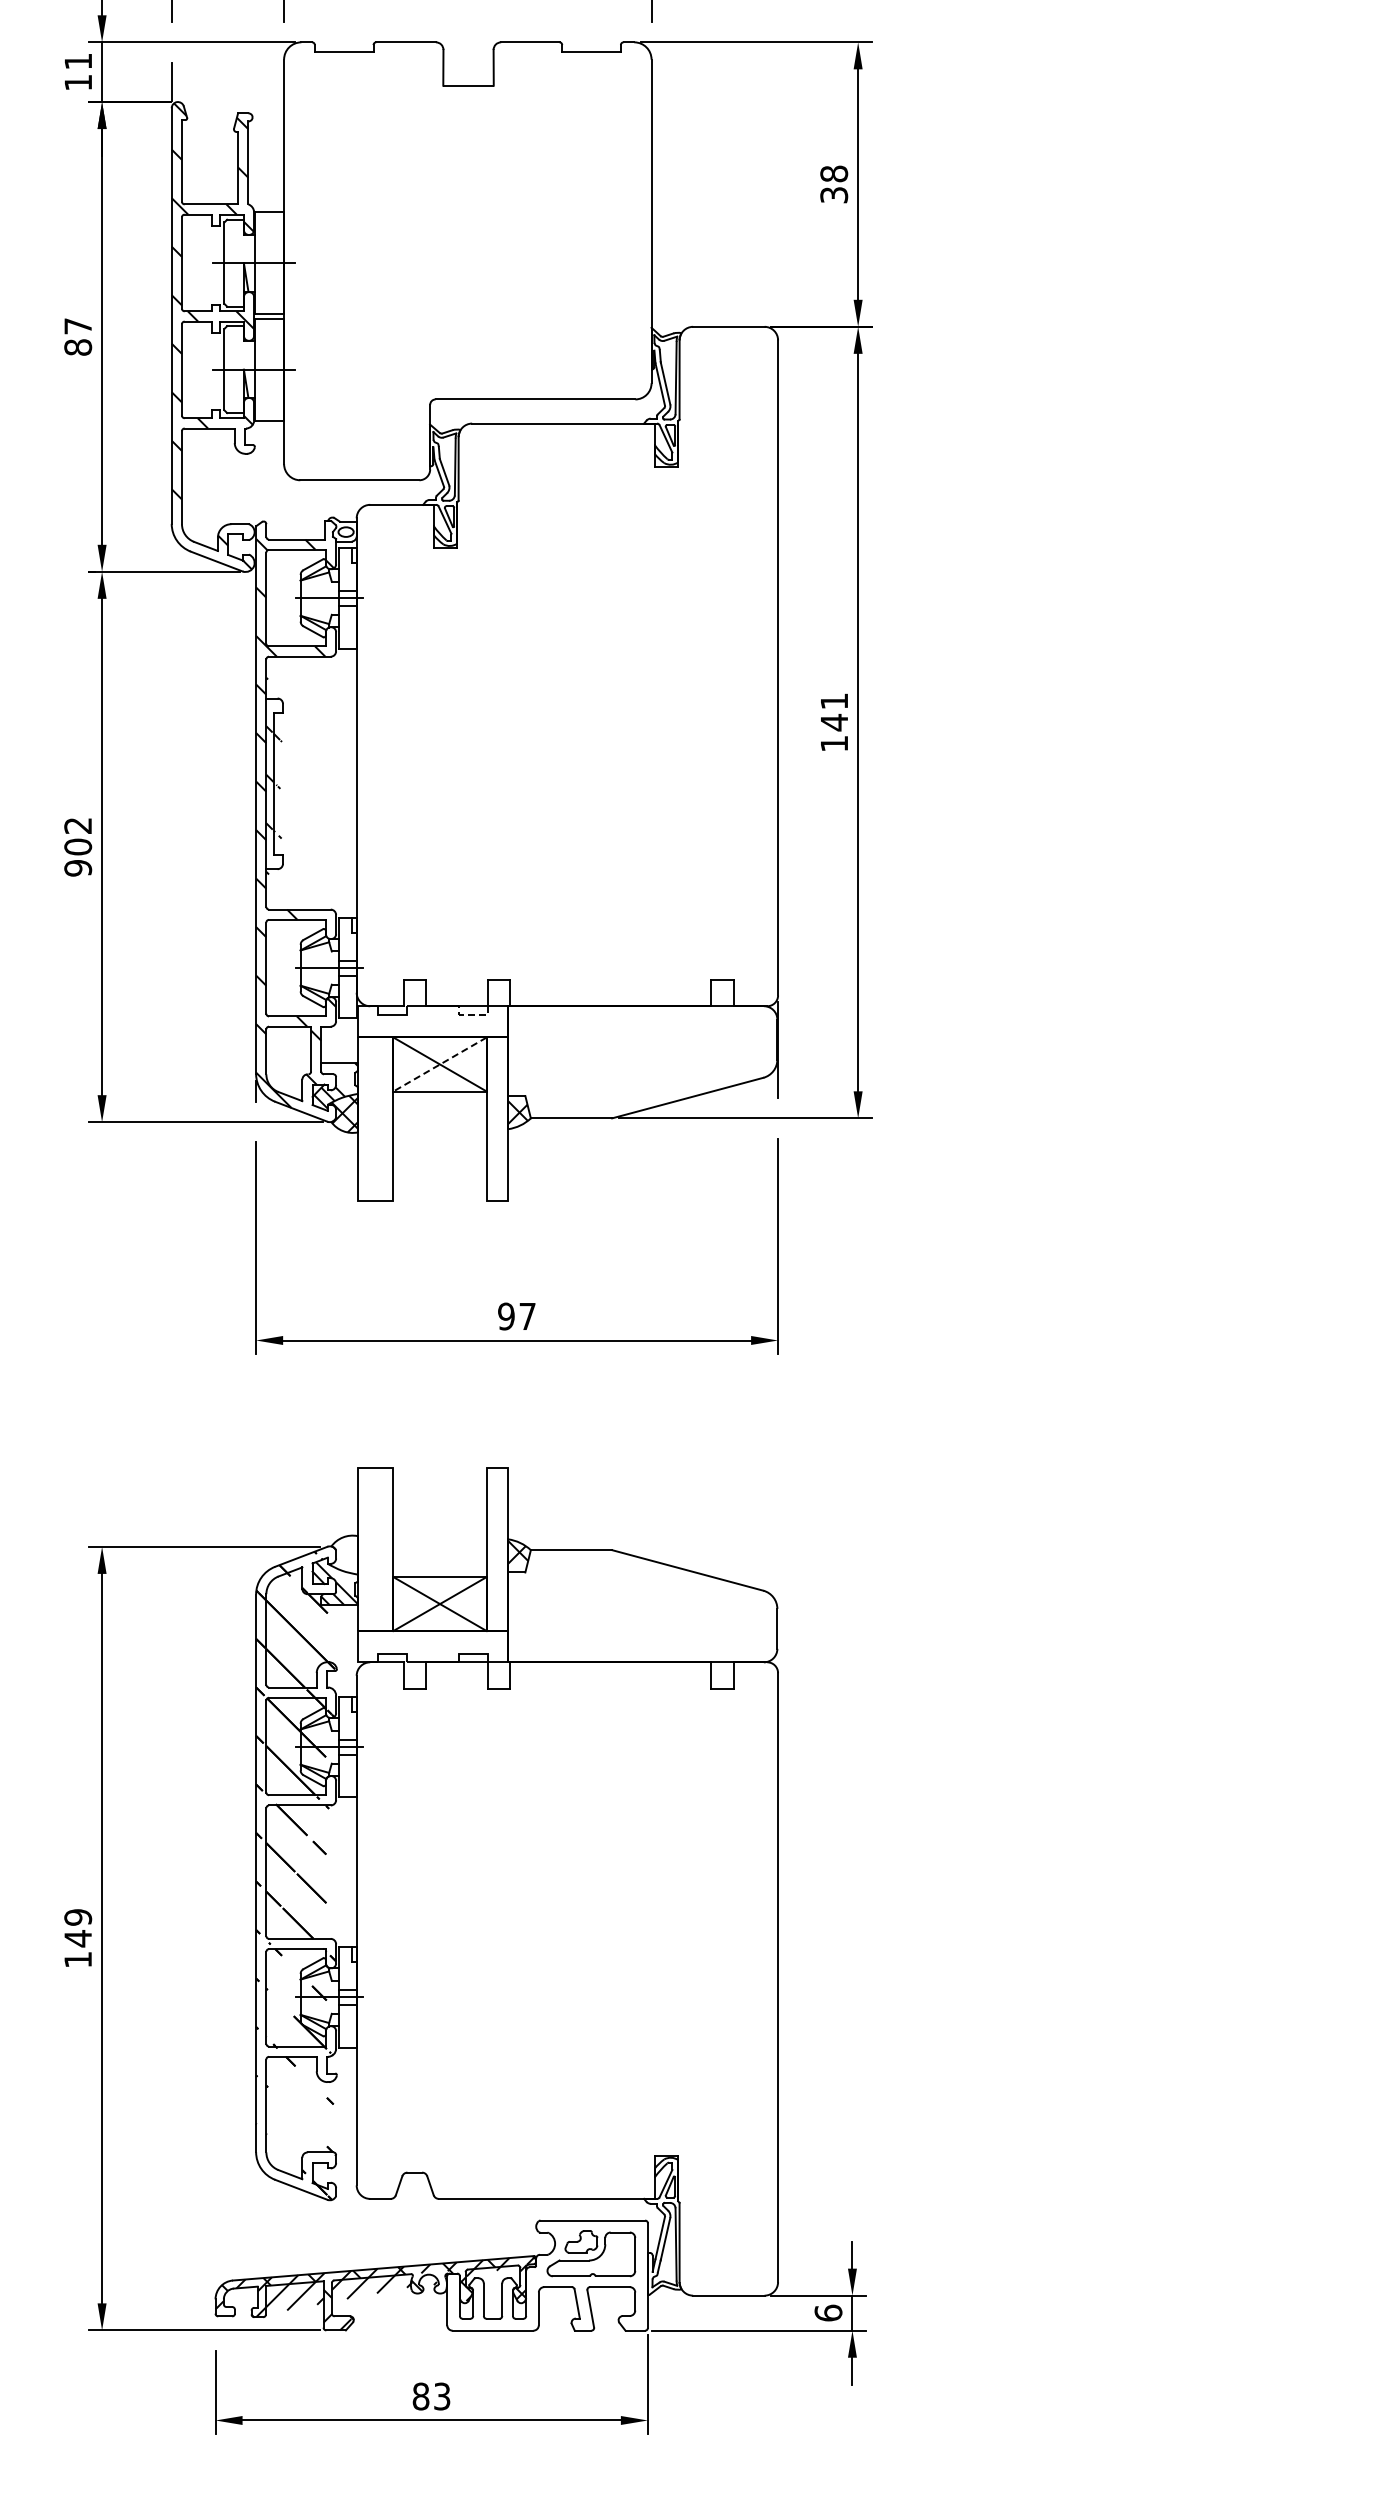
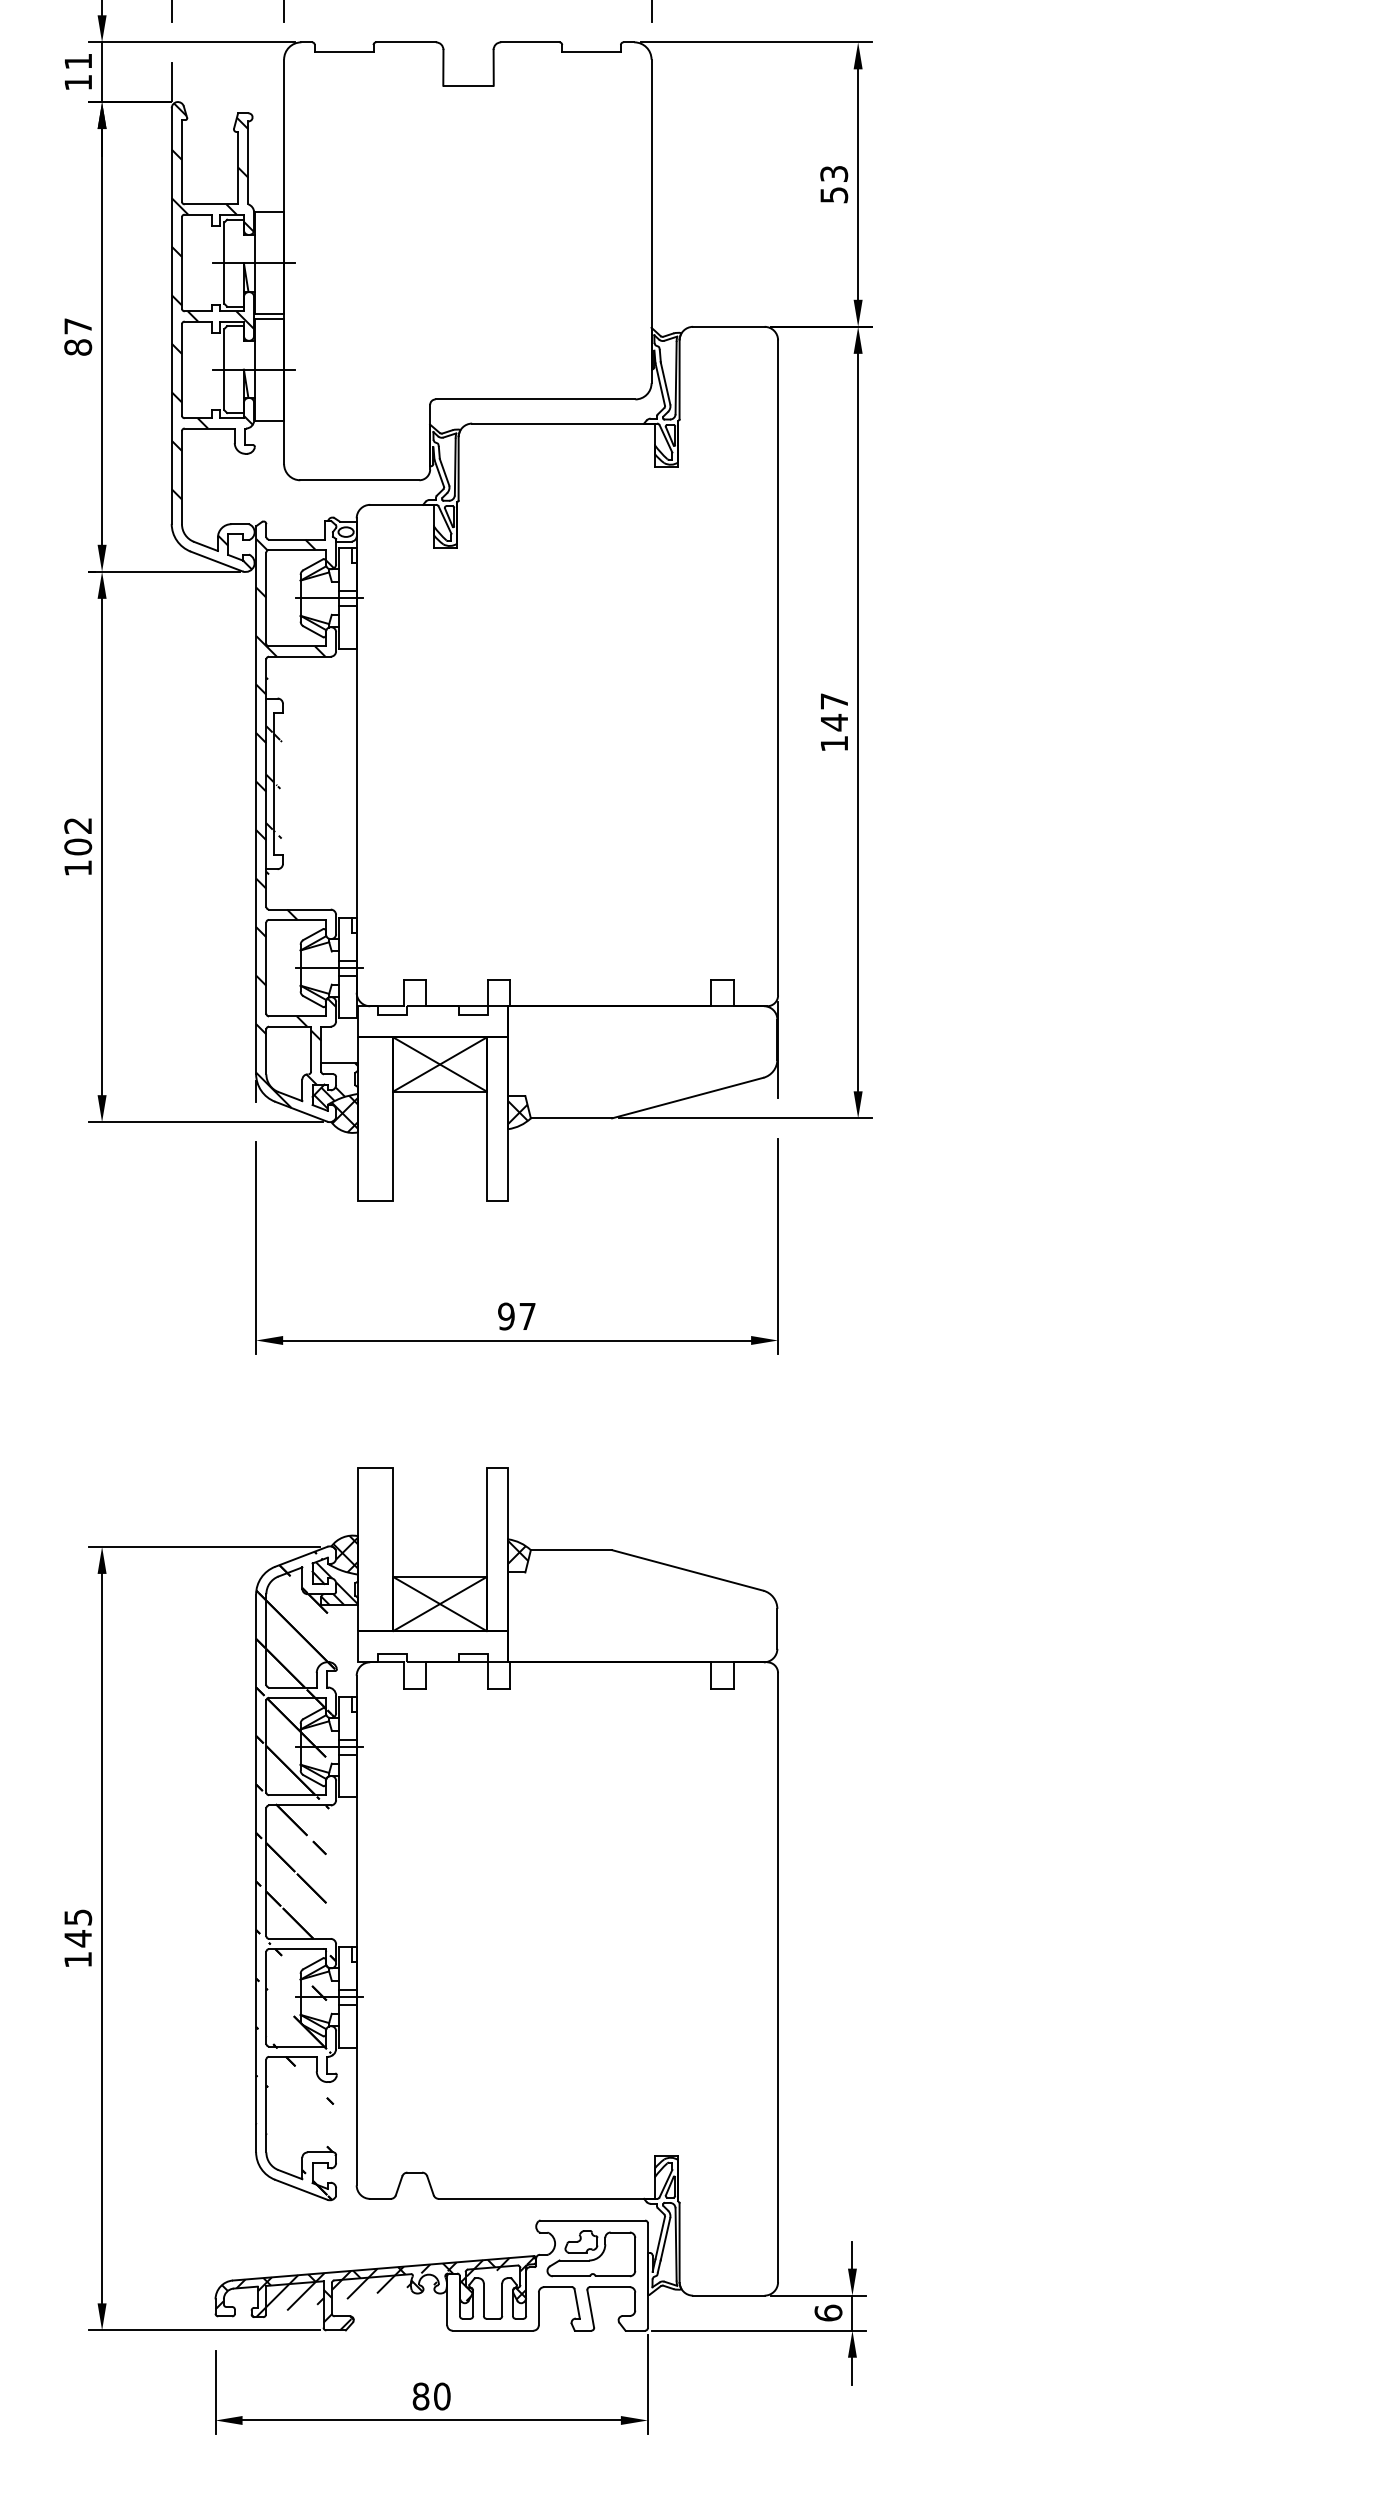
text at (834, 183): 38 -> 53
text at (834, 701): 141 -> 147
text at (78, 868): 902 -> 102
line at (473, 1014): dashed -> solid
line at (440, 1064): dashed -> solid
hatch at (343, 1553): none -> present
text at (77, 1917): 149 -> 145
text at (442, 2396): 83 -> 80
